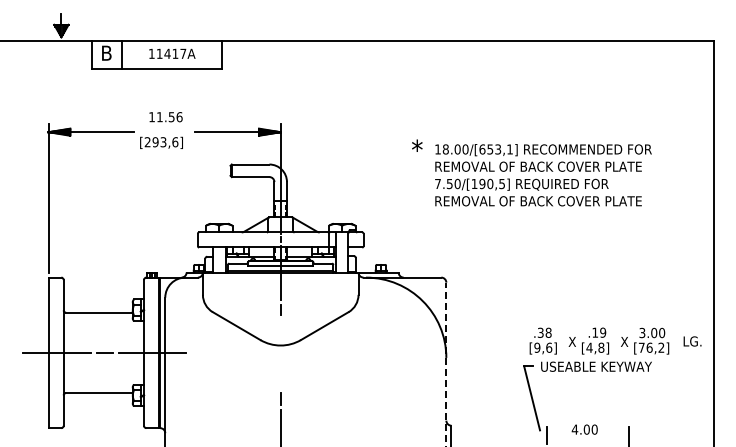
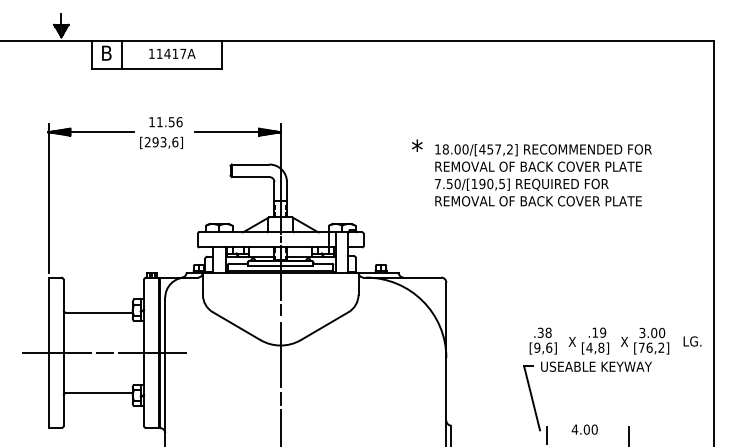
text at (165, 117) position: (165, 117) -> (165, 122)
text at (495, 149): 18.00/[653,1] -> 18.00/[457,2]
line at (280, 355): none -> present
line at (446, 364): dashed -> solid
